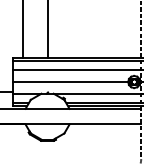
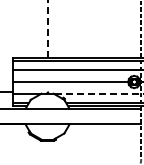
line at (47, 28): solid -> dashed
line at (23, 29): present -> none
line at (99, 94): solid -> dashed
